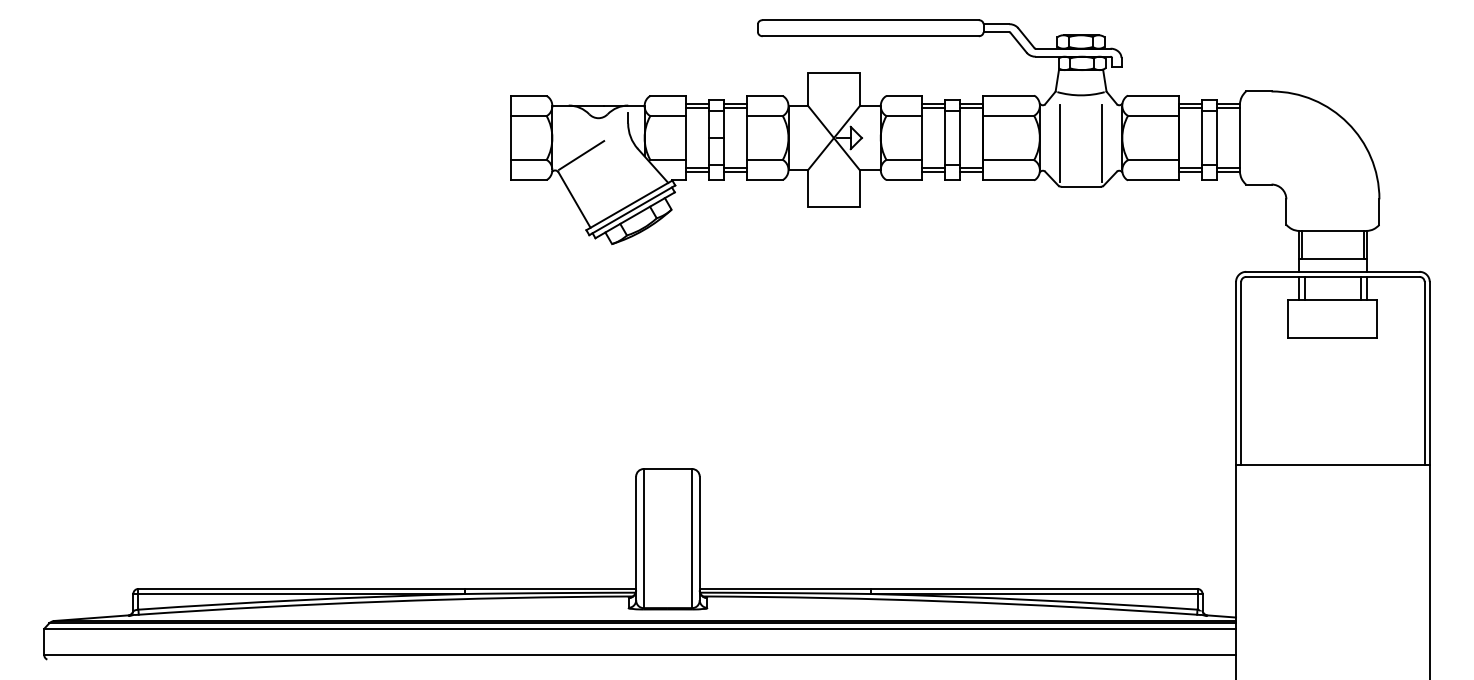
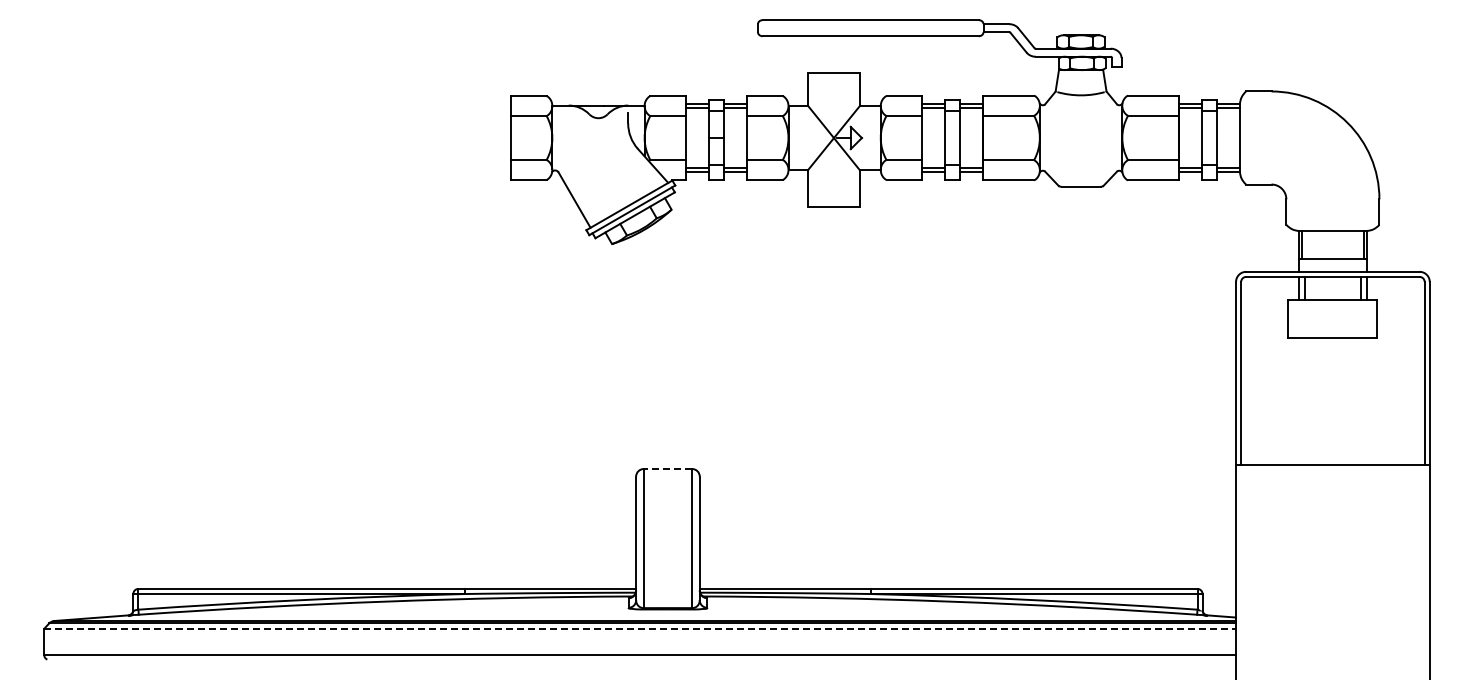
line at (1060, 143): present -> none
line at (1101, 143): present -> none
line at (581, 155): present -> none
line at (667, 469): solid -> dashed
line at (640, 628): solid -> dashed
